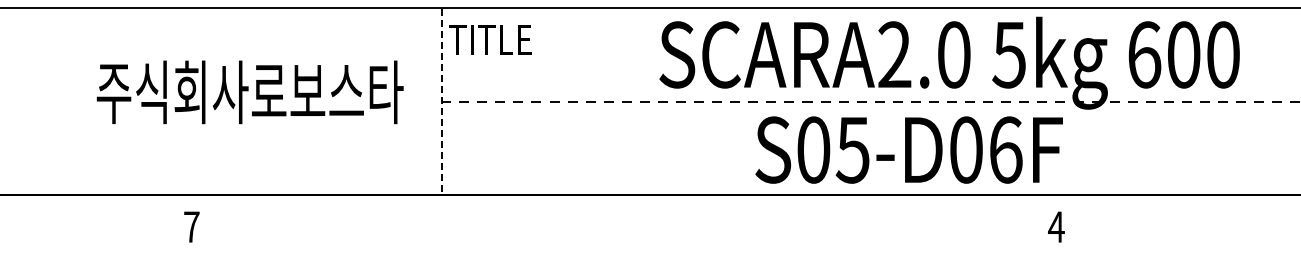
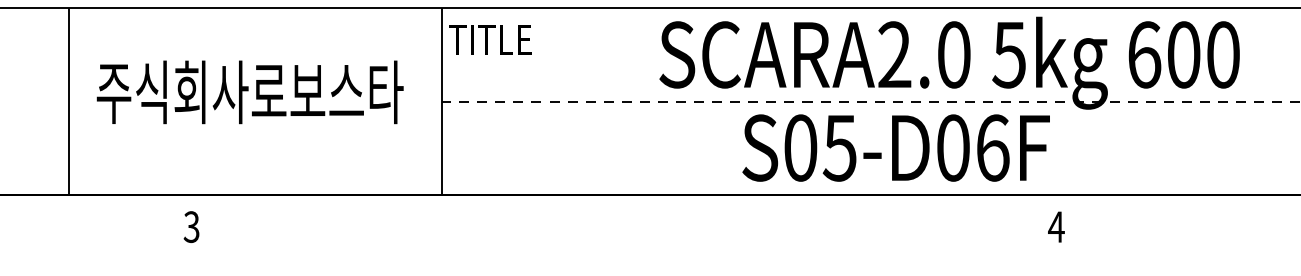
line at (69, 101): none -> present
line at (441, 101): dashed -> solid
text at (908, 149) position: (908, 149) -> (895, 147)
text at (191, 227): 7 -> 3
